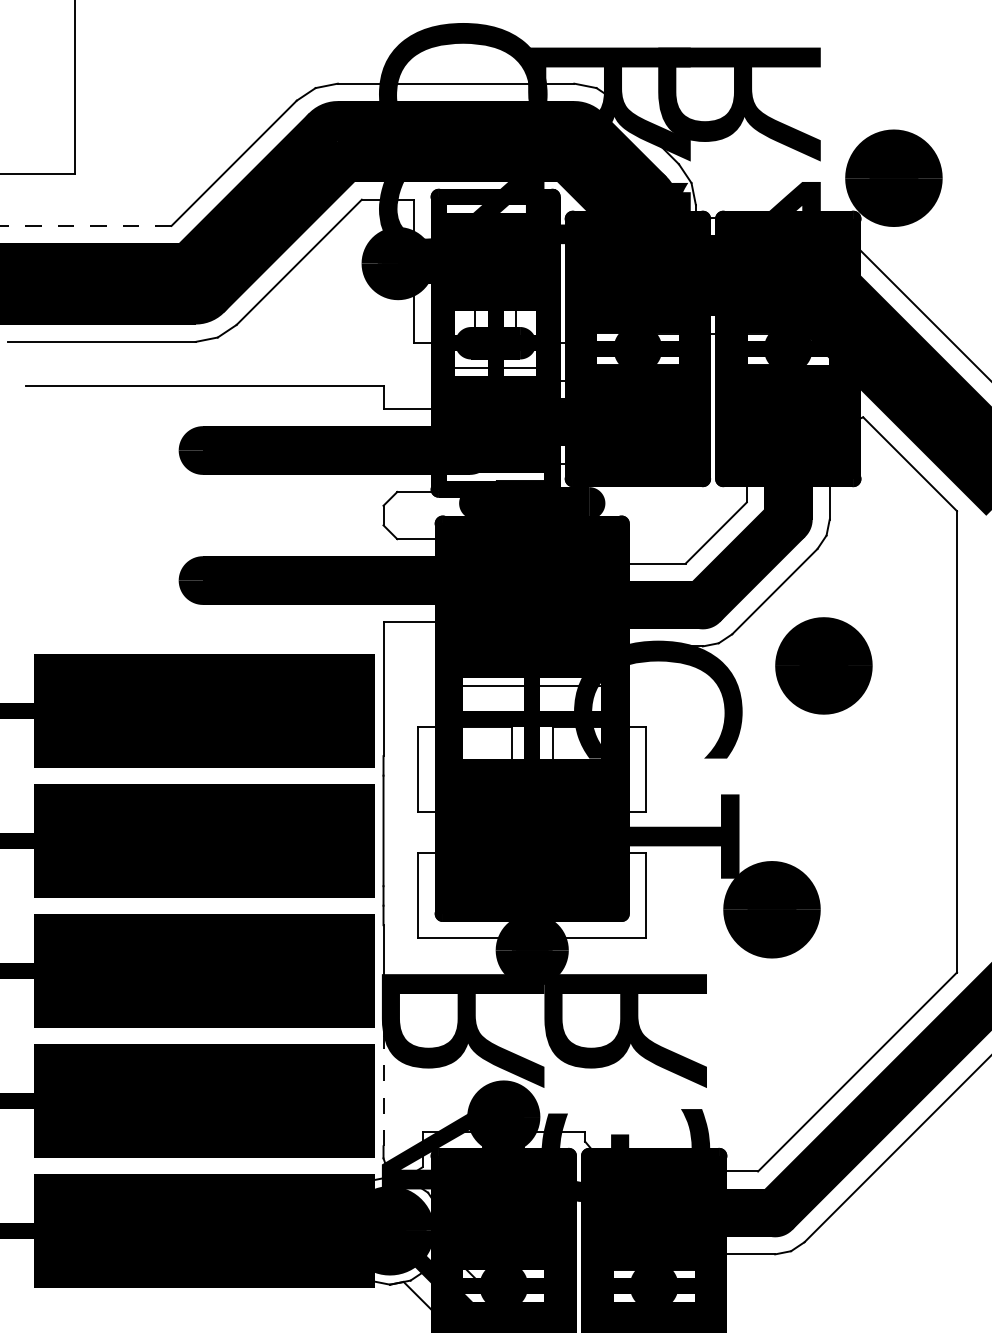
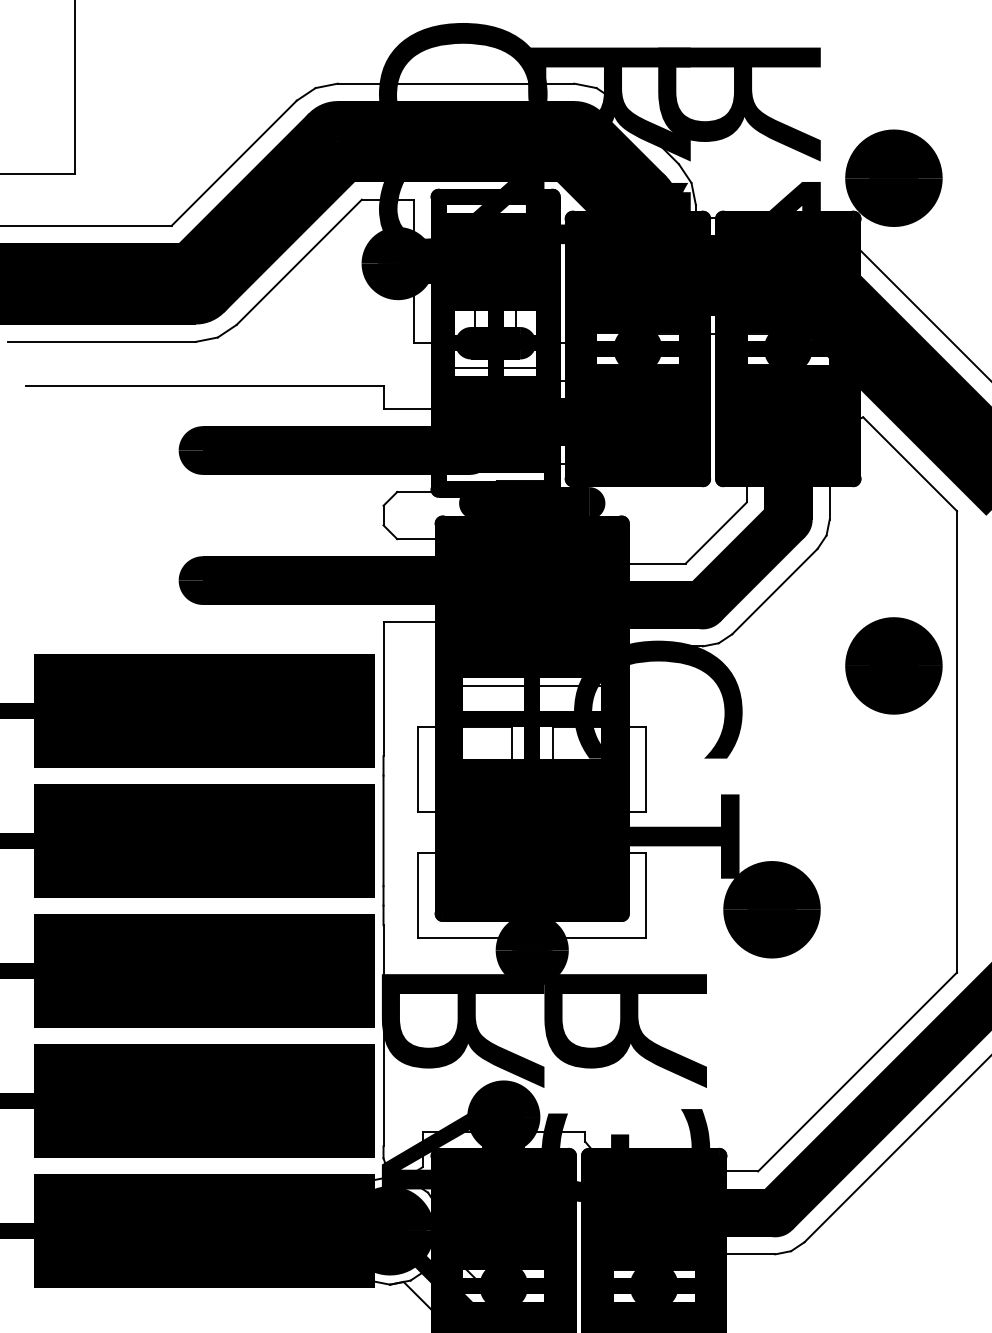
line at (85, 225): dashed -> solid
part at (823, 665) position: (823, 665) -> (893, 665)
line at (383, 1090): dashed -> solid
